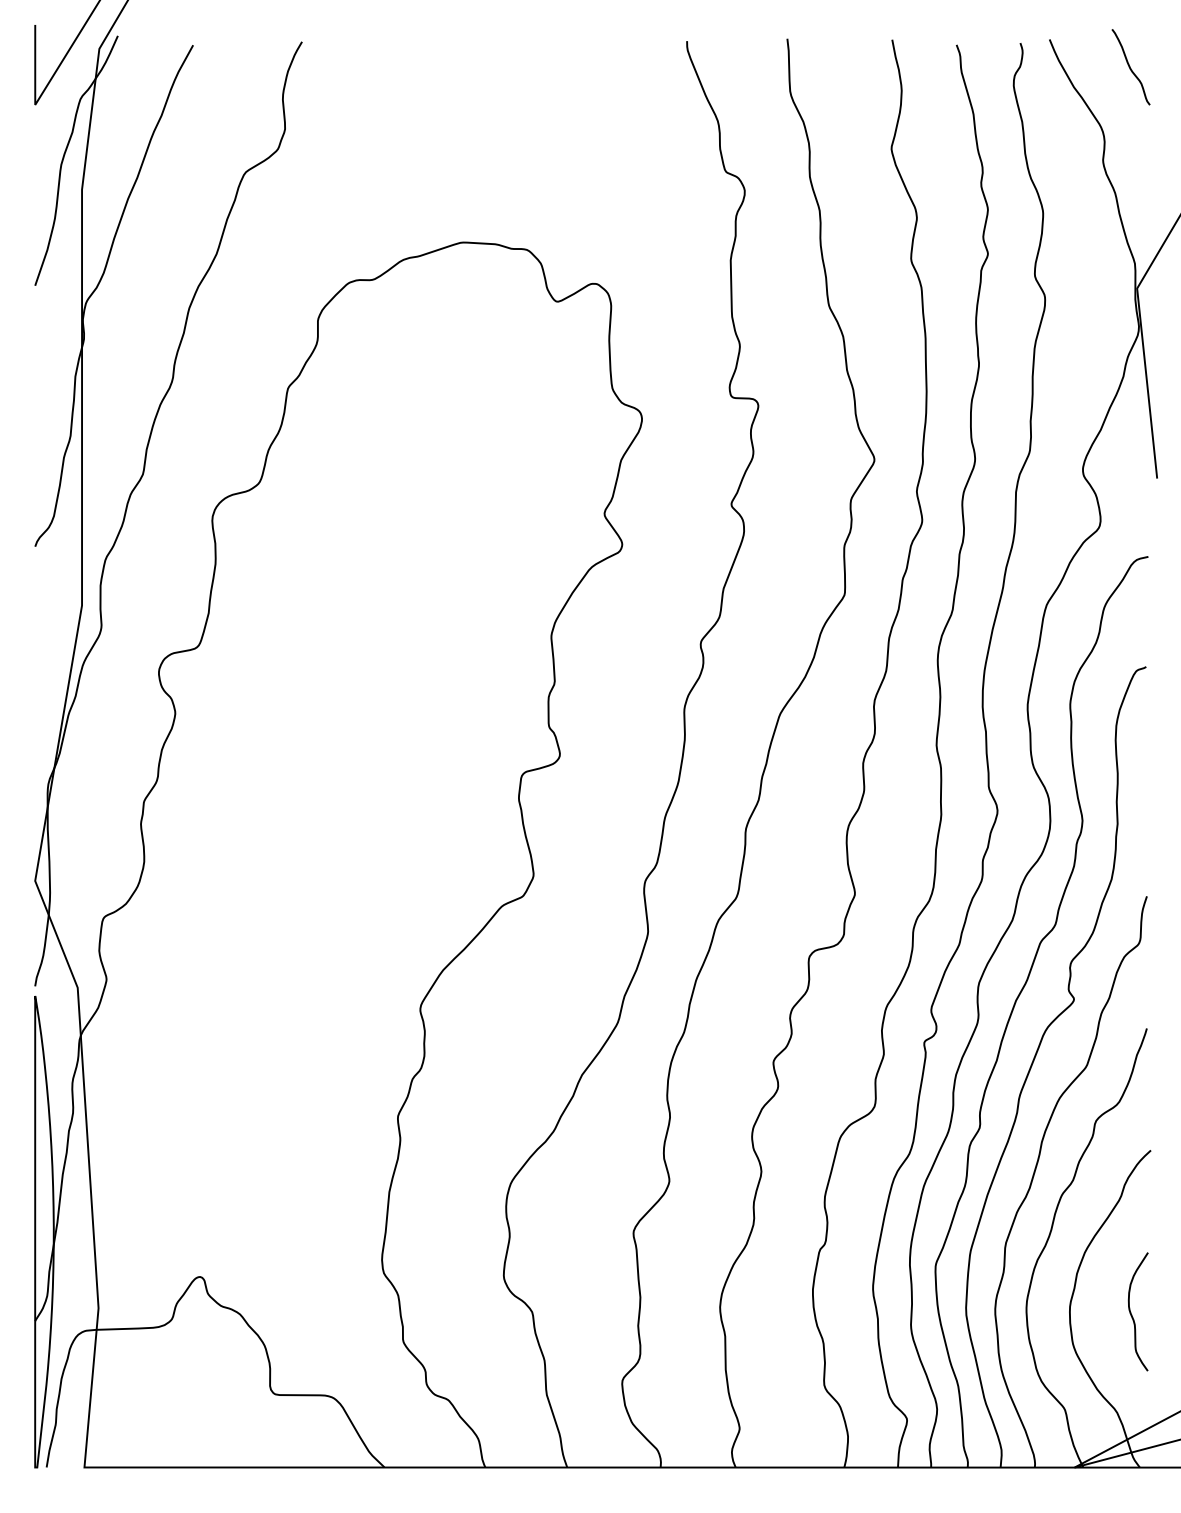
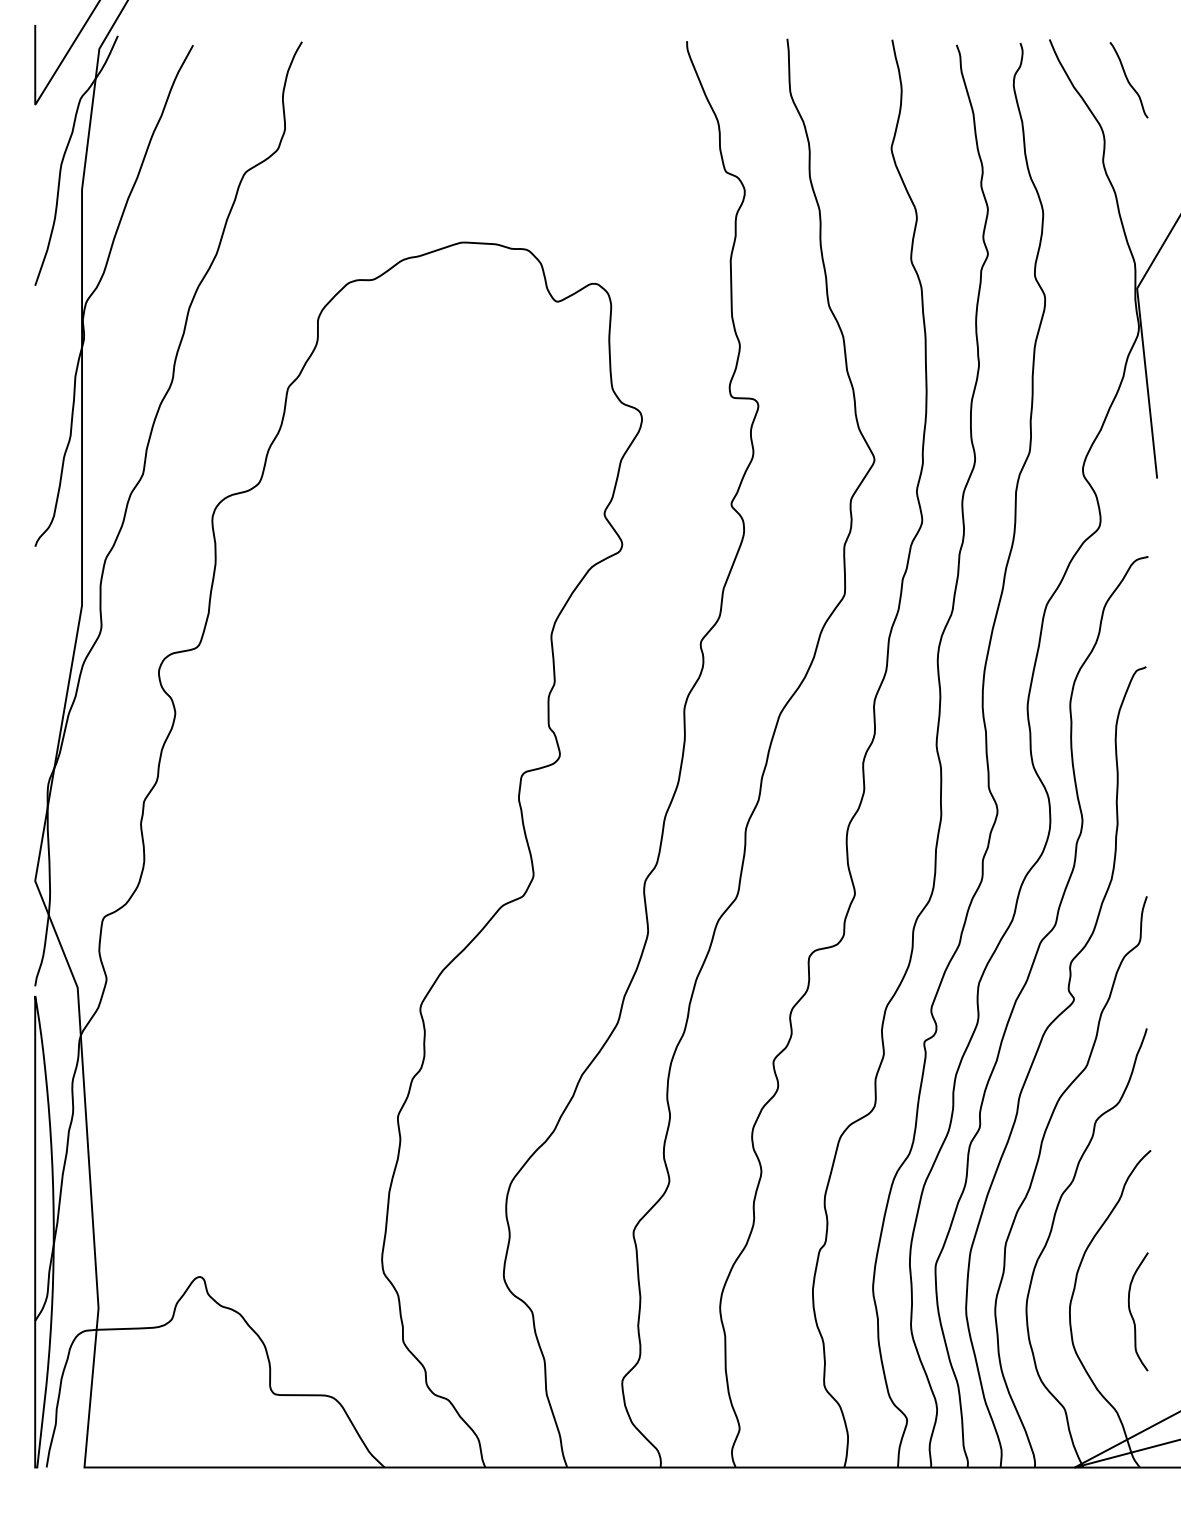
curve at (1130, 67) position: (1130, 67) -> (1128, 80)
